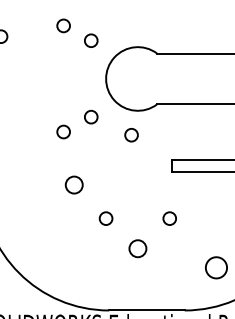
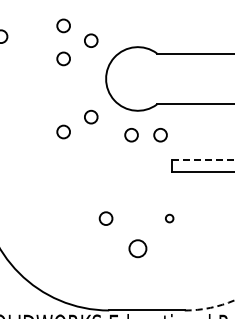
circle at (63, 58): none -> present
circle at (160, 135): none -> present
line at (203, 159): solid -> dashed
circle at (73, 184): present -> none
circle at (169, 218) size: 15x15 px -> 10x11 px
circle at (216, 267): present -> none
arc at (210, 307): solid -> dashed
